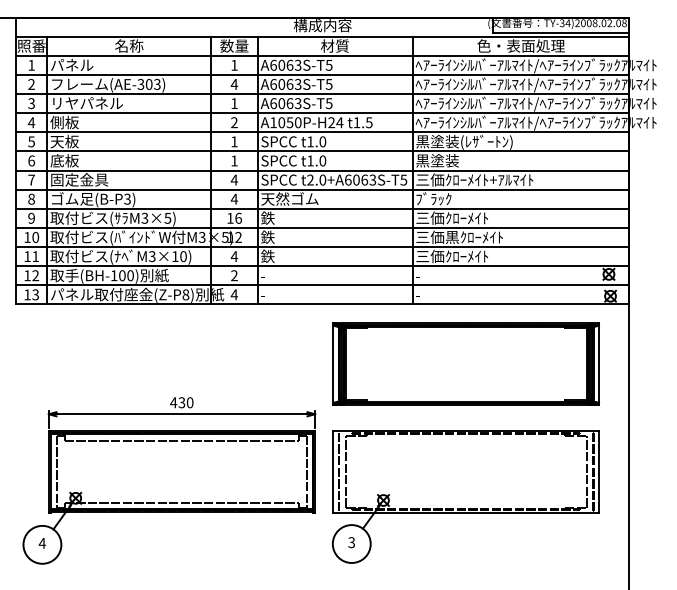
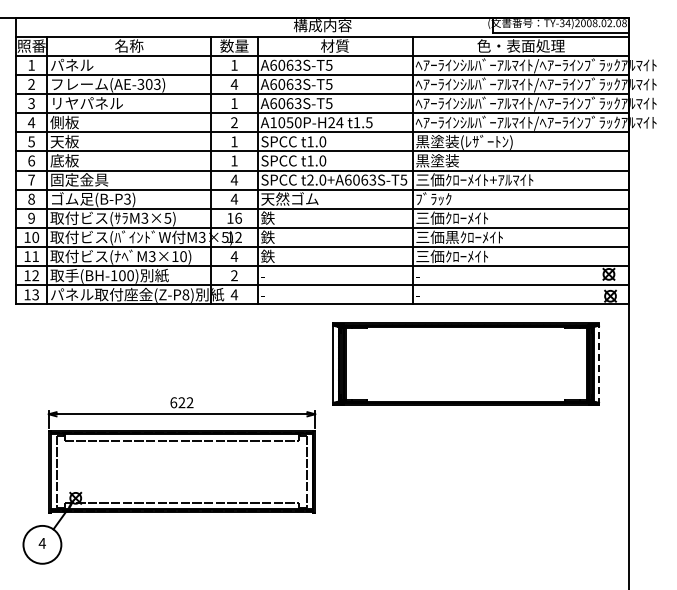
line at (599, 363): solid -> dashed
text at (181, 402): 430 -> 622
part at (465, 496): present -> none
